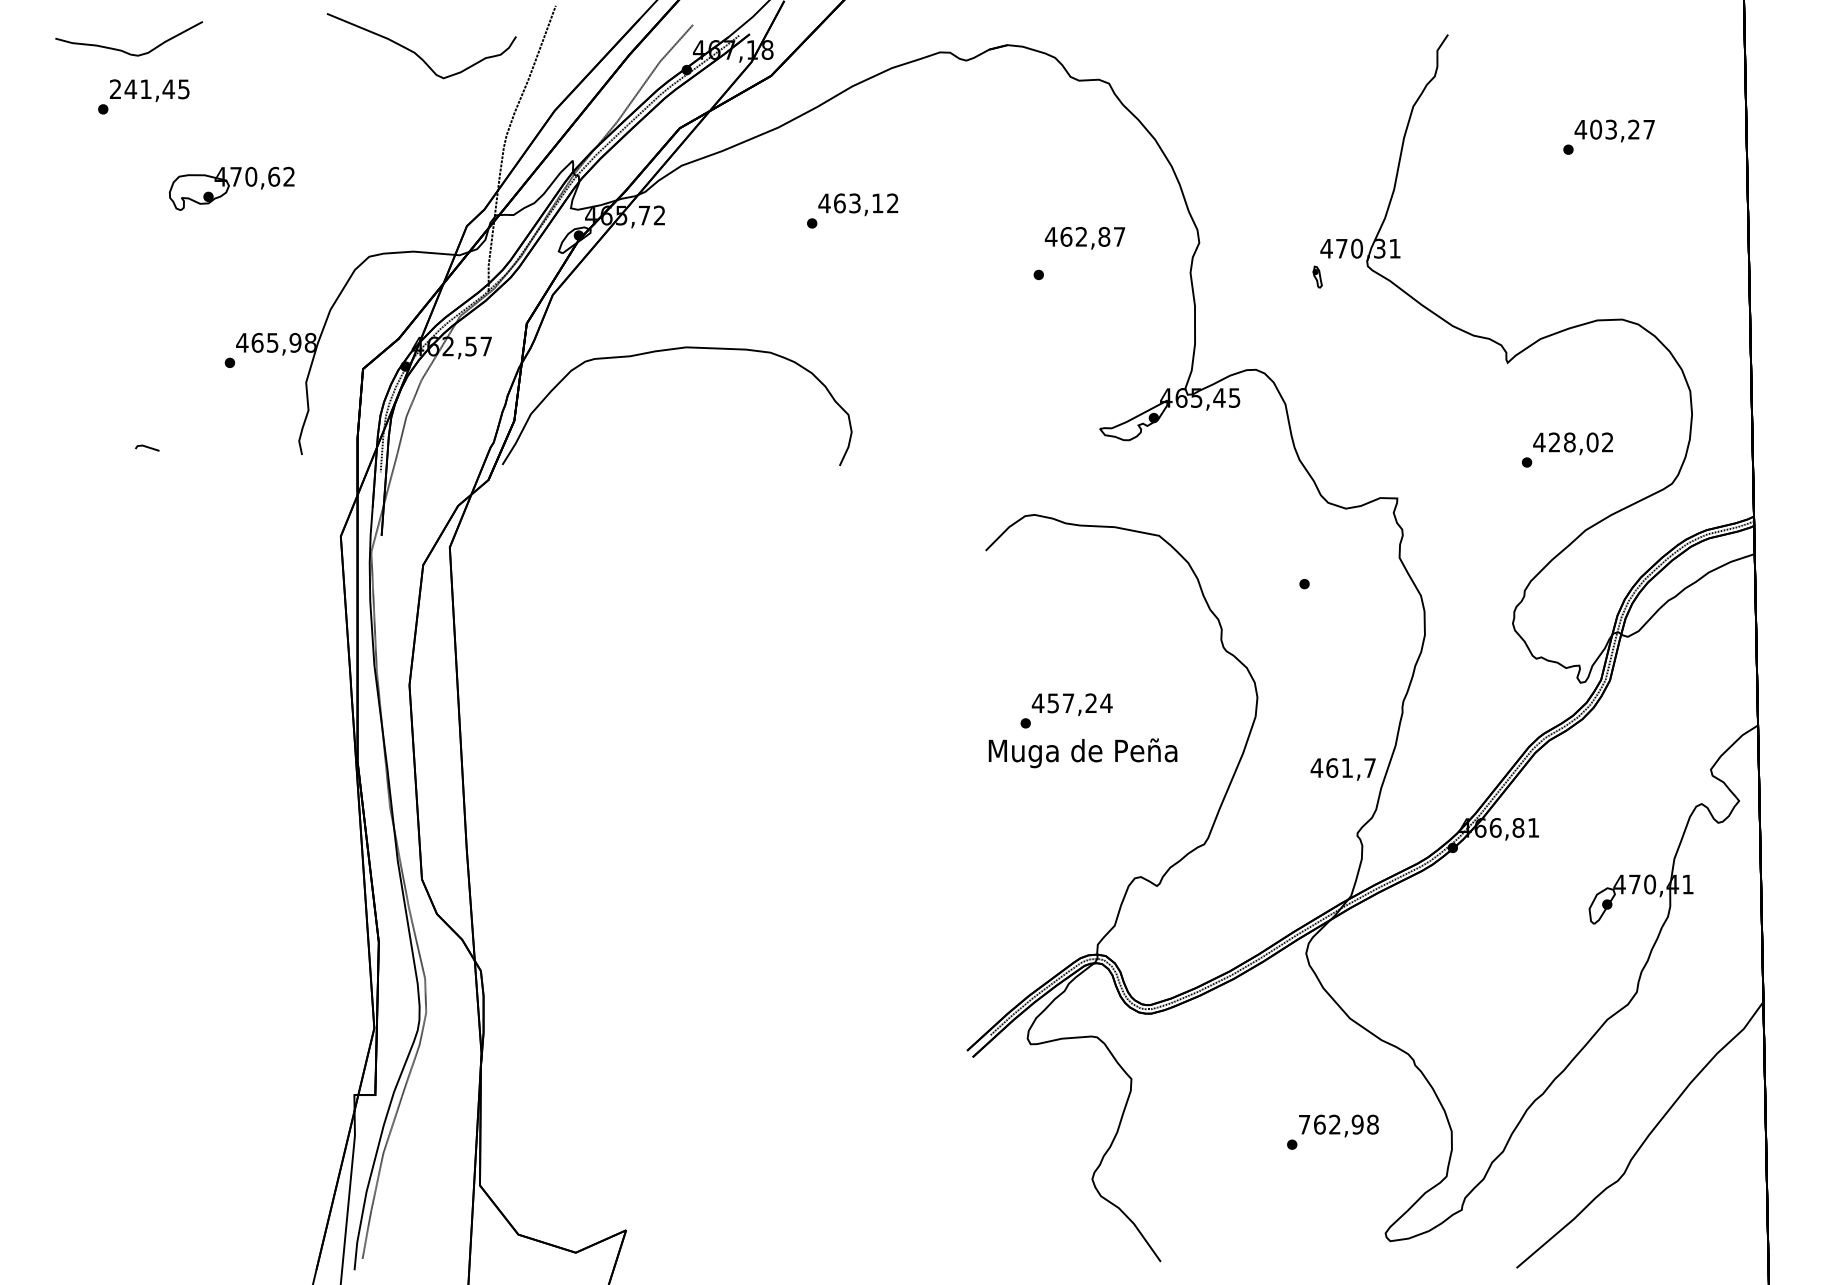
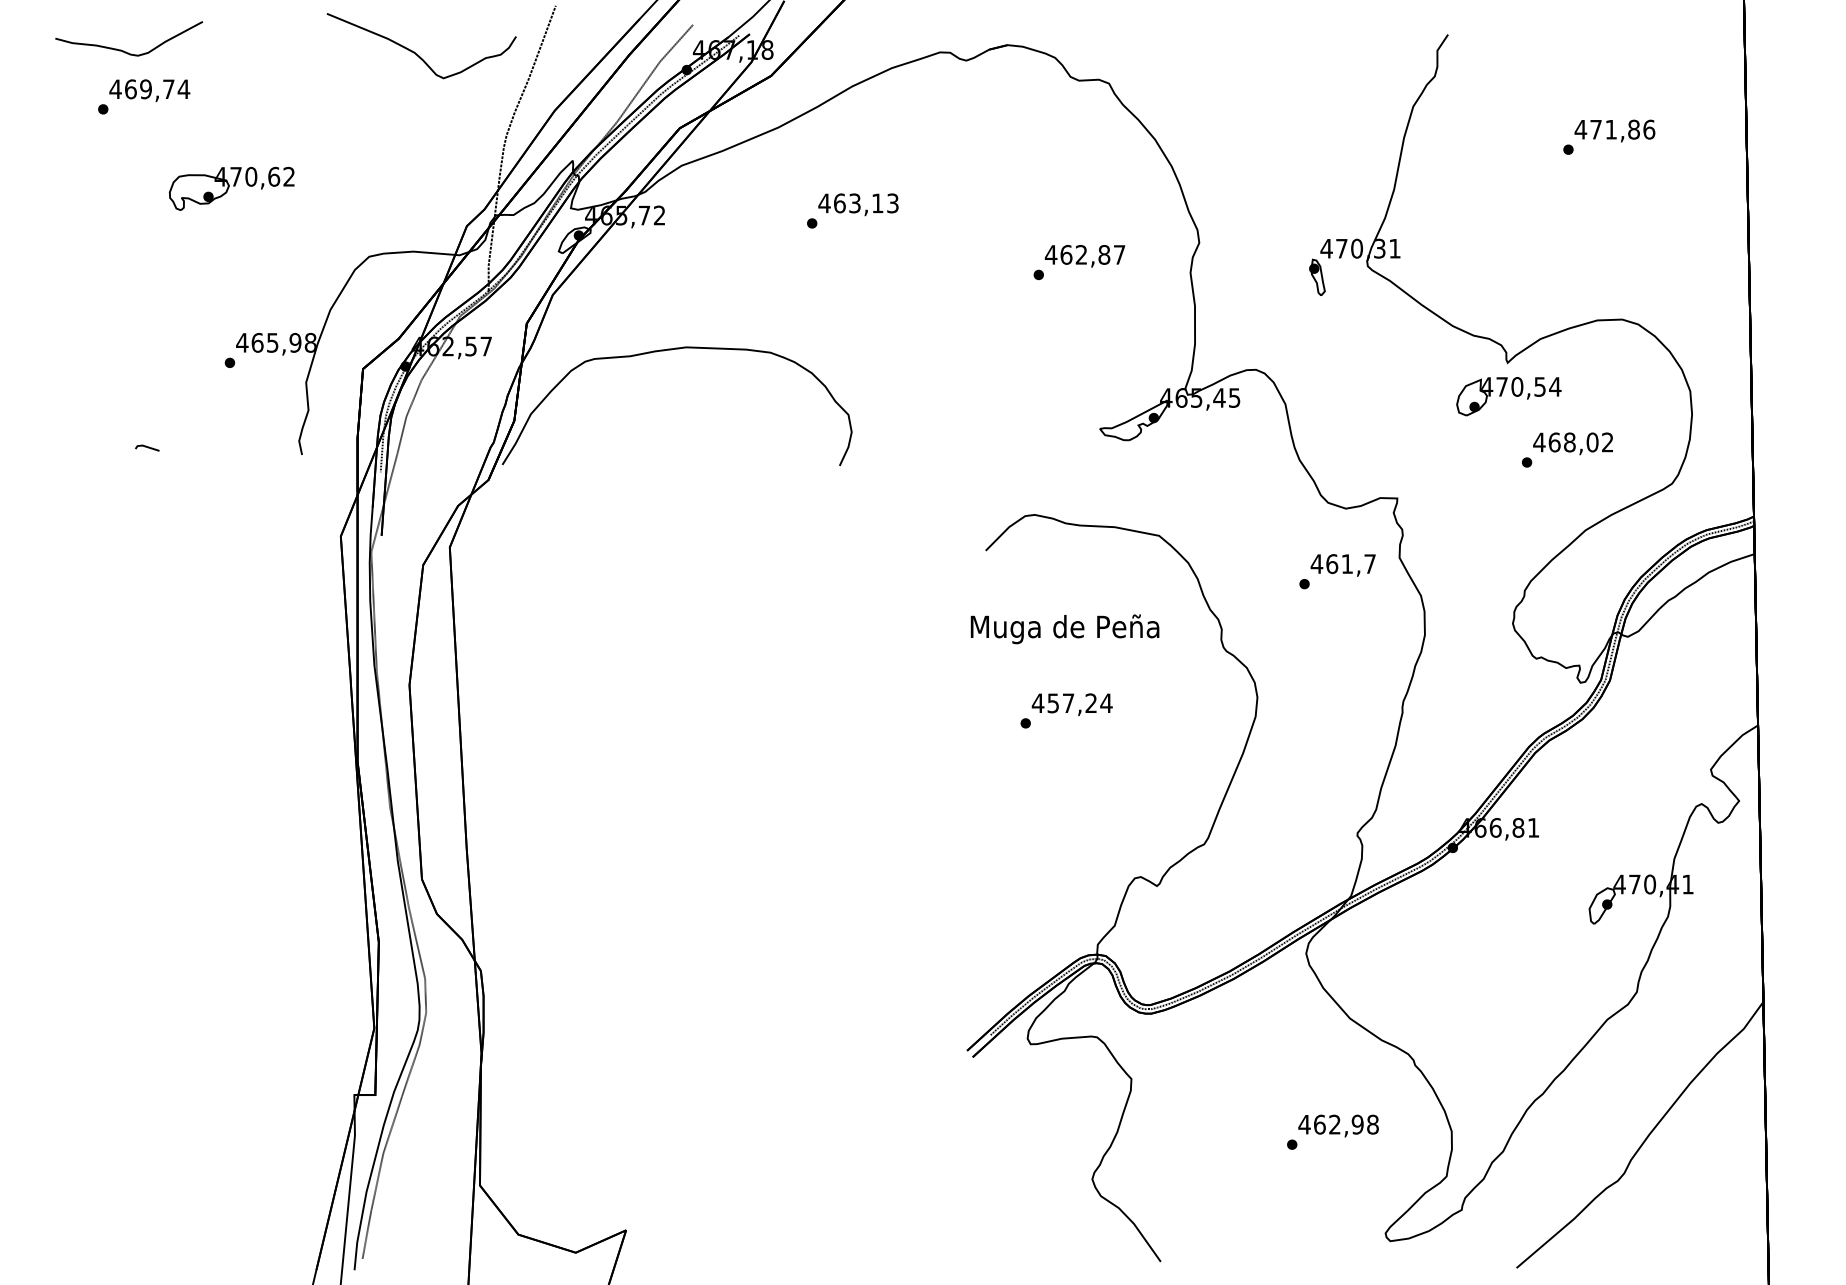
text at (149, 89): 241,45 -> 469,74
text at (1622, 129): 403,27 -> 471,86
text at (892, 203): 463,12 -> 463,13
text at (1084, 238) position: (1084, 238) -> (1084, 256)
part at (1317, 276) size: 11x24 px -> 17x38 px
part at (1508, 396): none -> present
text at (1554, 442): 428,02 -> 468,02
text at (1082, 753) position: (1082, 753) -> (1064, 629)
text at (1342, 769) position: (1342, 769) -> (1342, 565)
text at (1304, 1124): 762,98 -> 462,98
